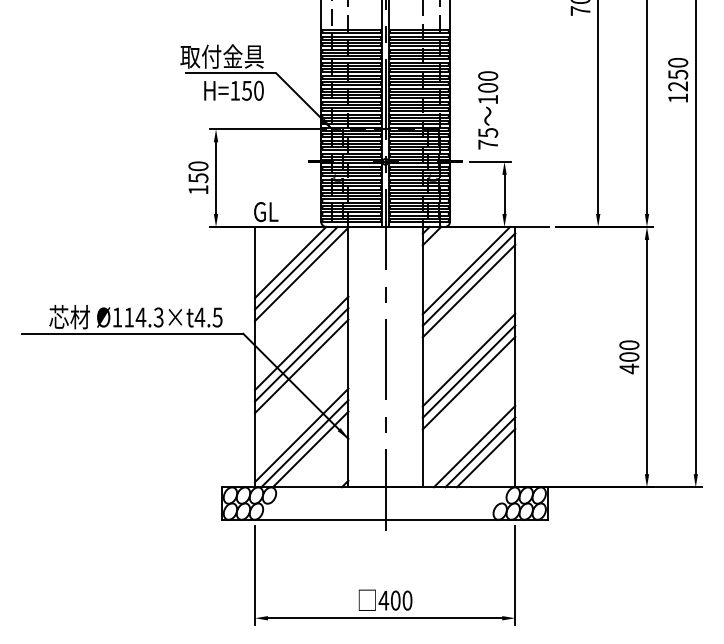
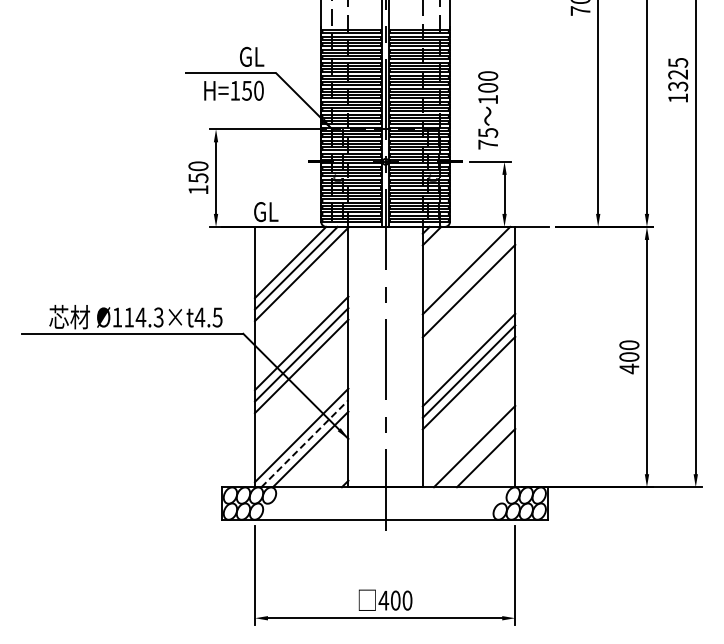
text at (222, 56): 取付金具 -> GL
text at (678, 74): 1250 -> 1325
line at (468, 279): present -> none
line at (304, 443): solid -> dashed
line at (480, 452): present -> none
